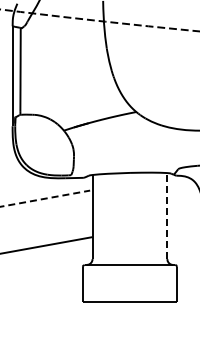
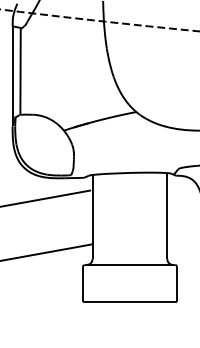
line at (45, 198): dashed -> solid
line at (167, 215): dashed -> solid
line at (46, 245) position: (46, 245) -> (47, 252)
